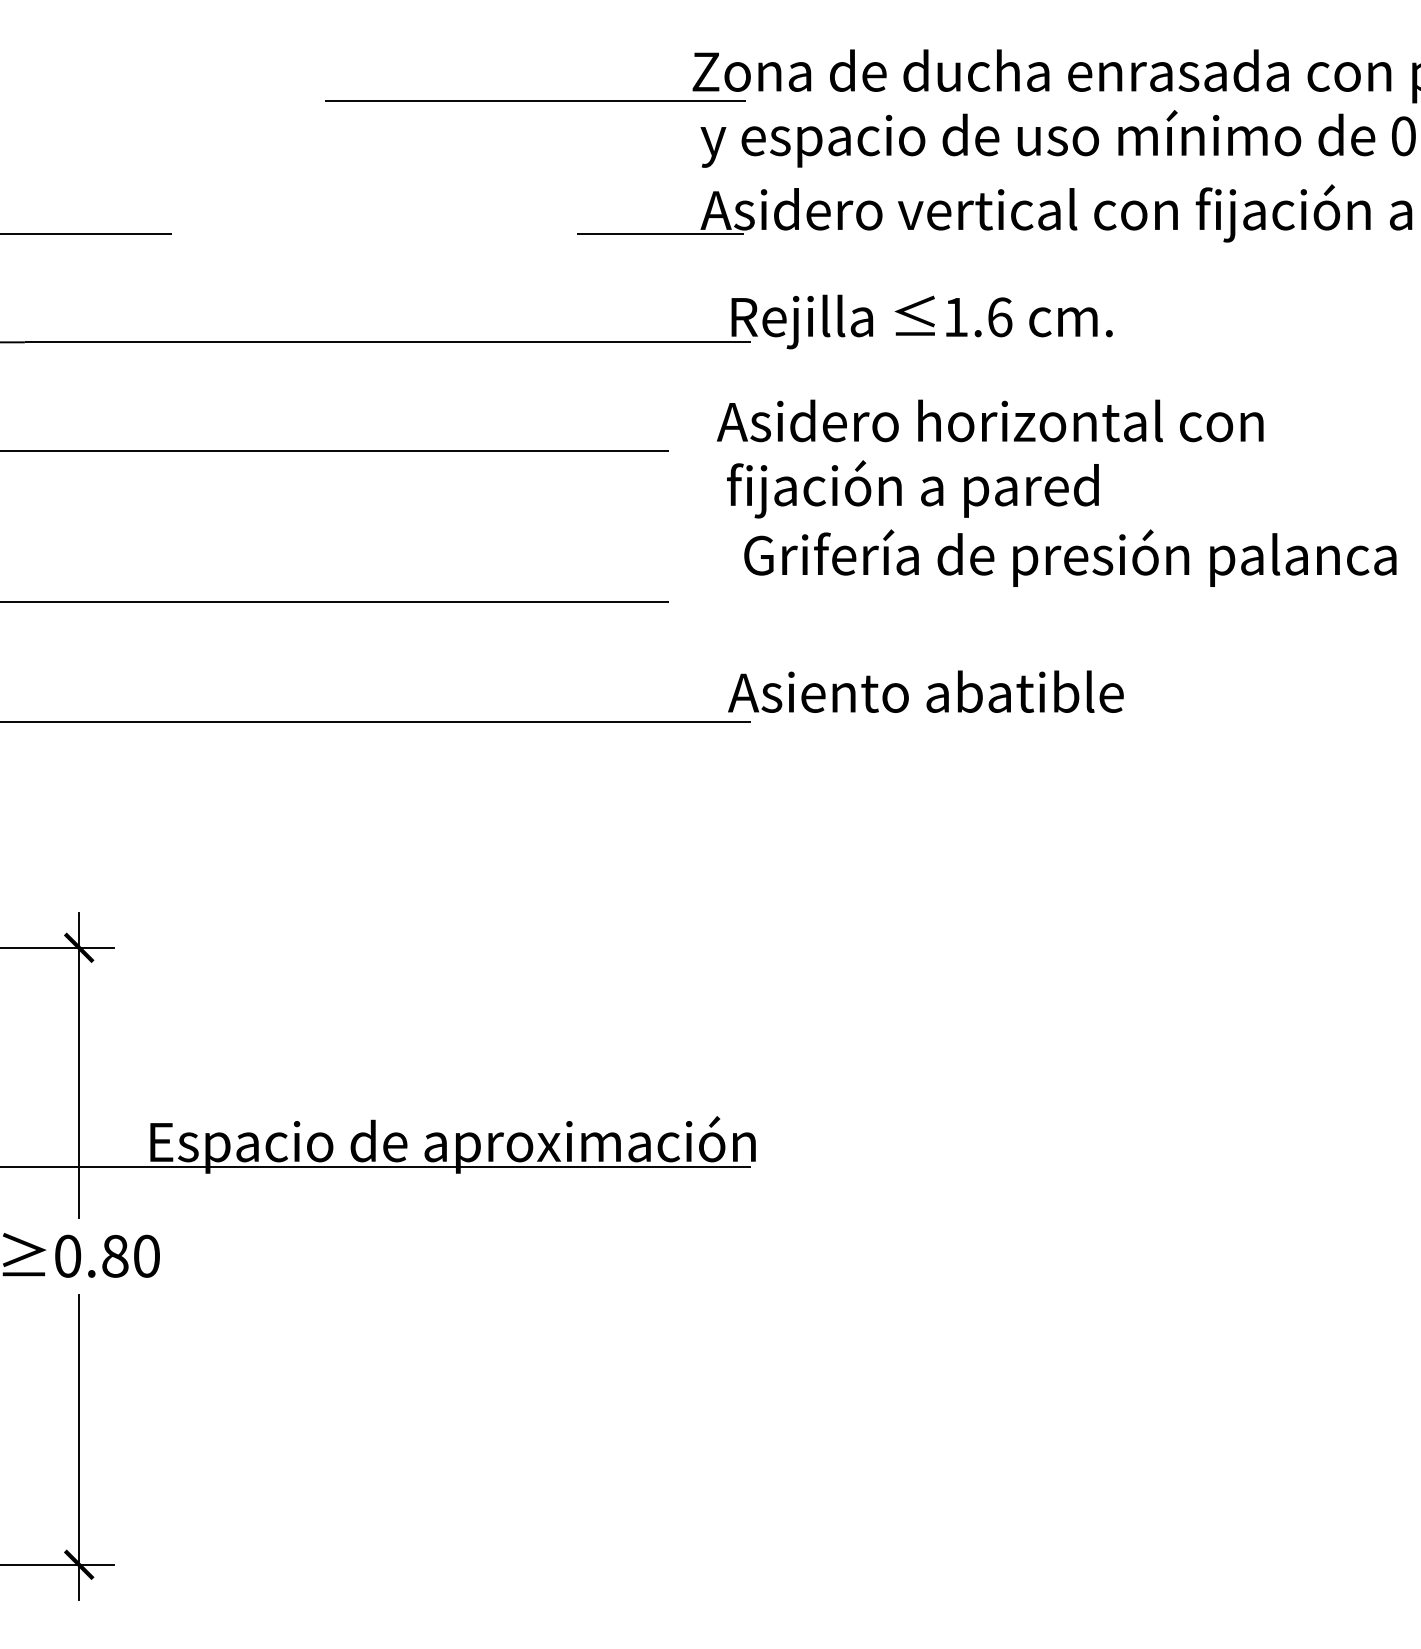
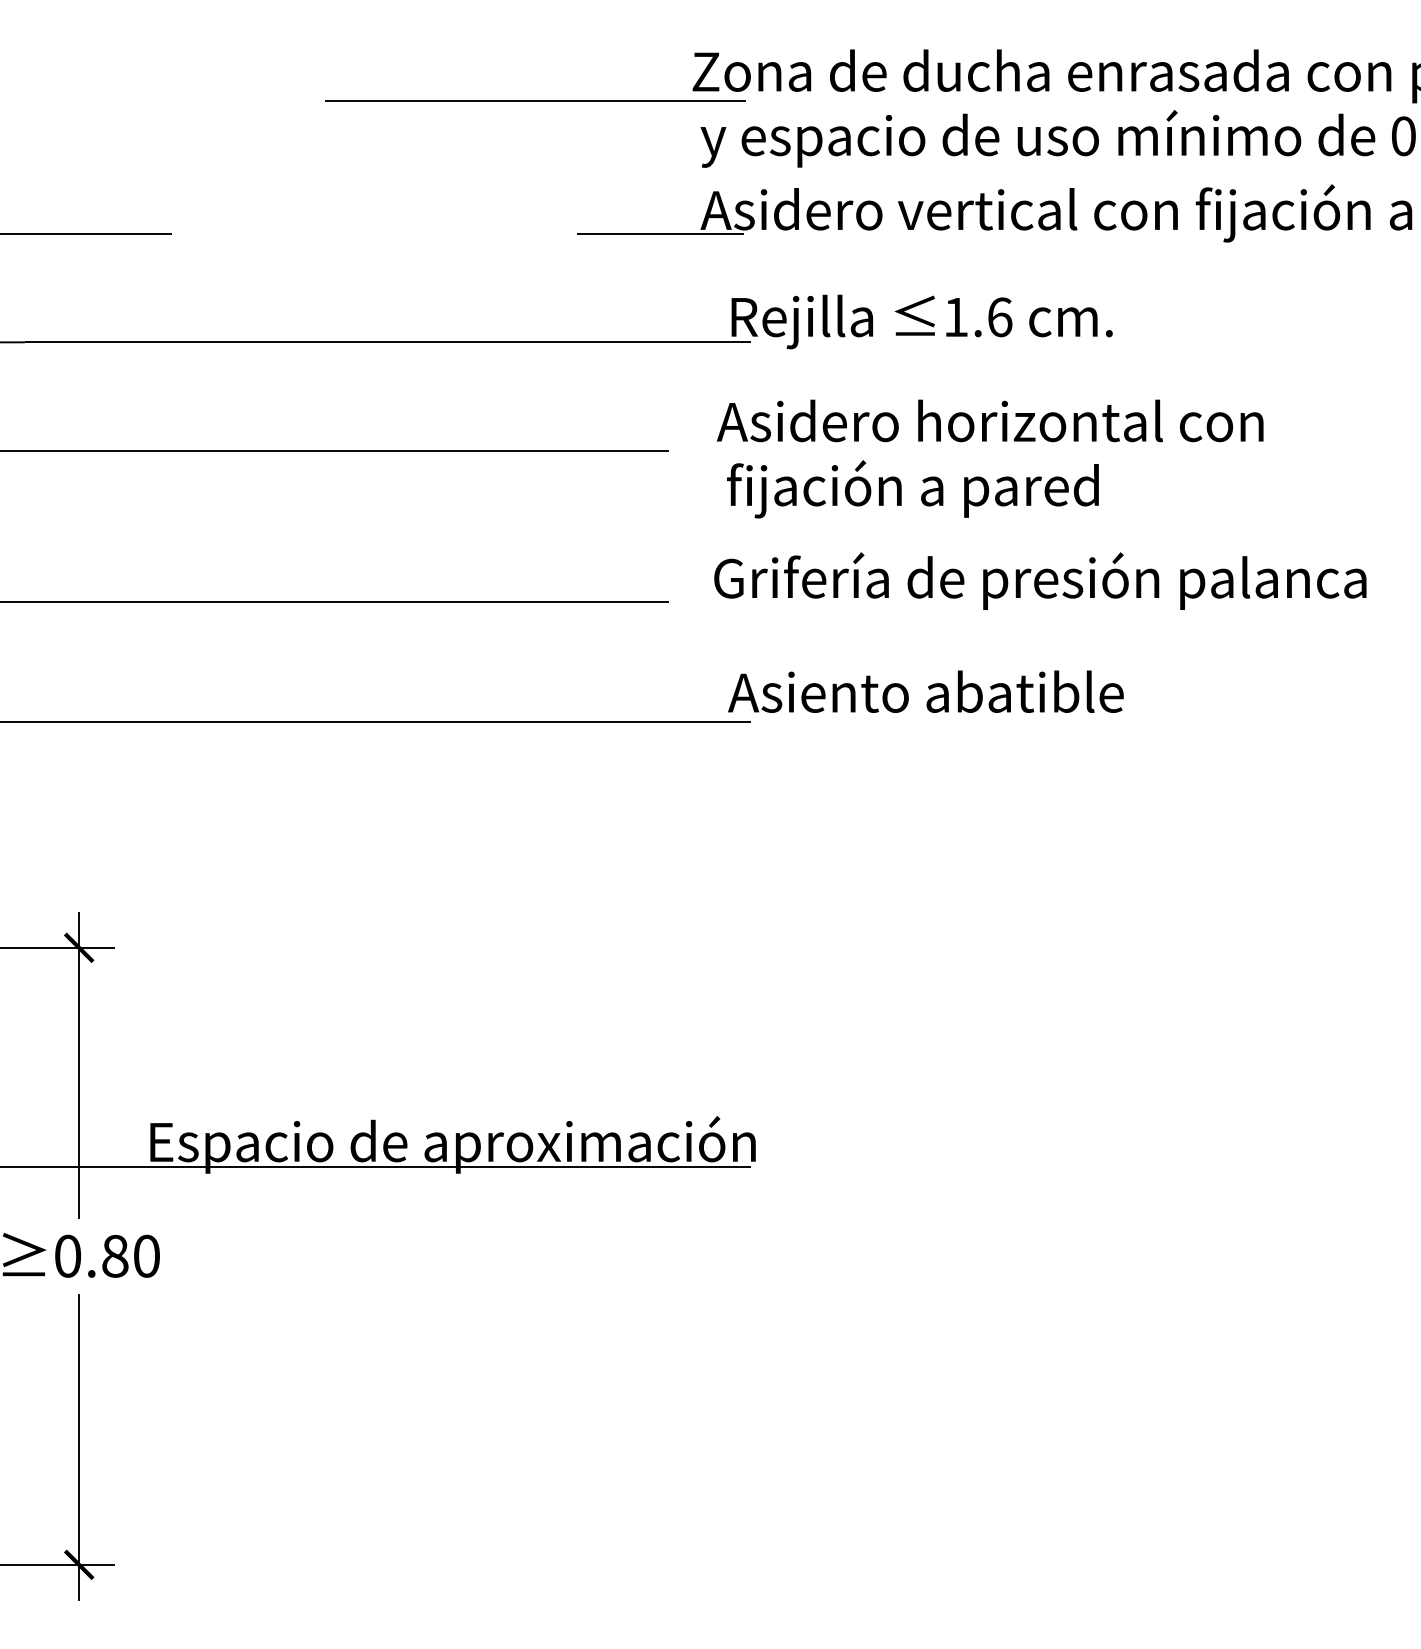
text at (1070, 557) position: (1070, 557) -> (1040, 580)
